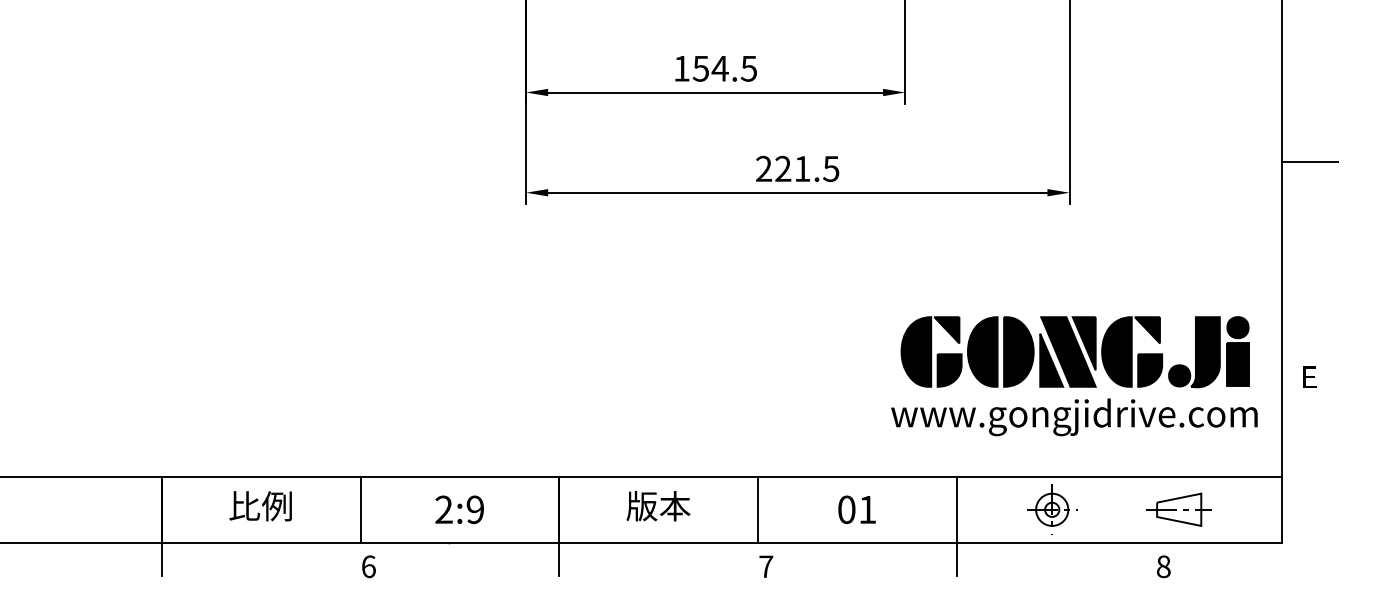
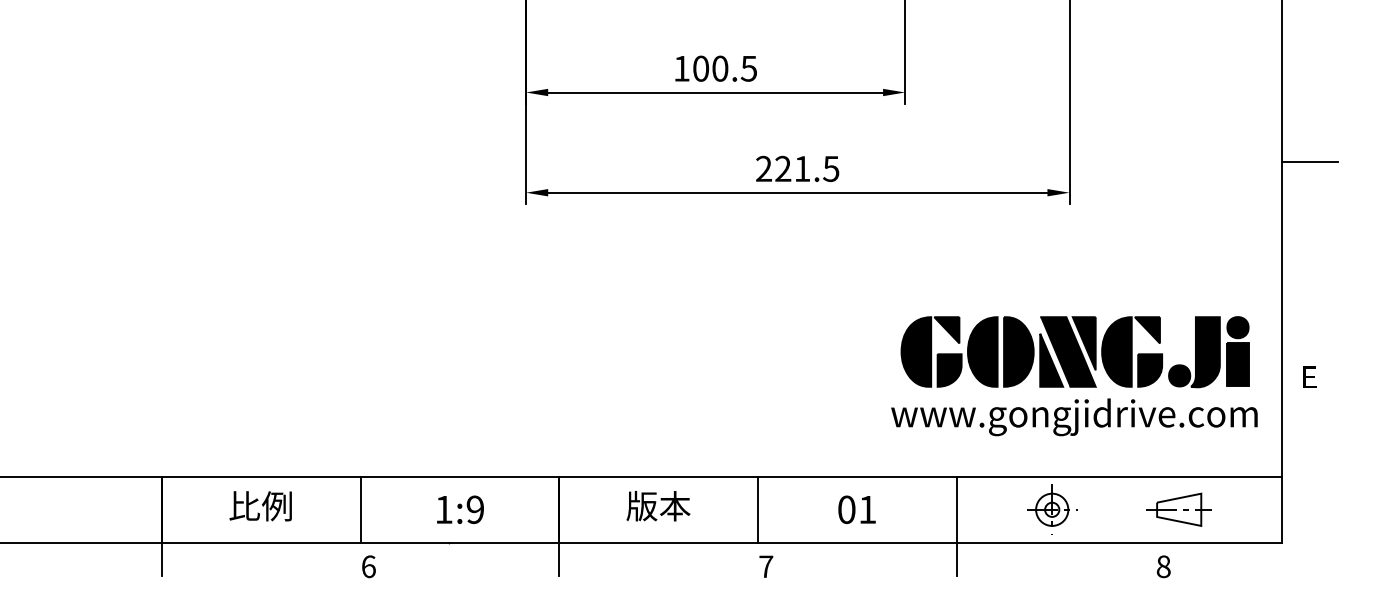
text at (710, 68): 154.5 -> 100.5
text at (443, 509): 2:9 -> 1:9
